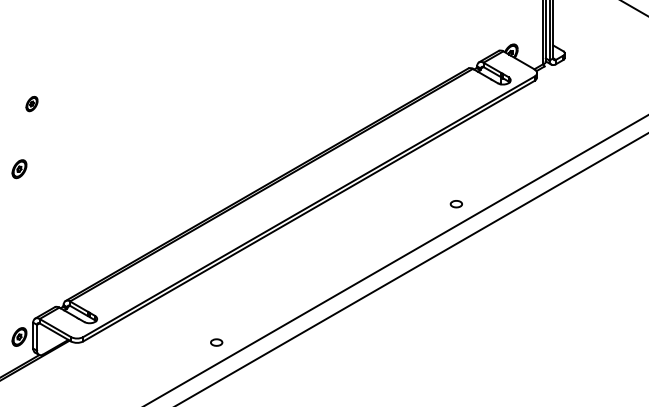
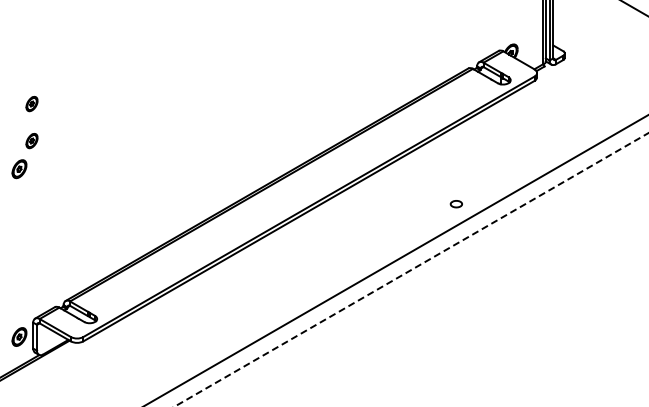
part at (31, 141): none -> present
line at (411, 269): solid -> dashed
part at (216, 342): present -> none
